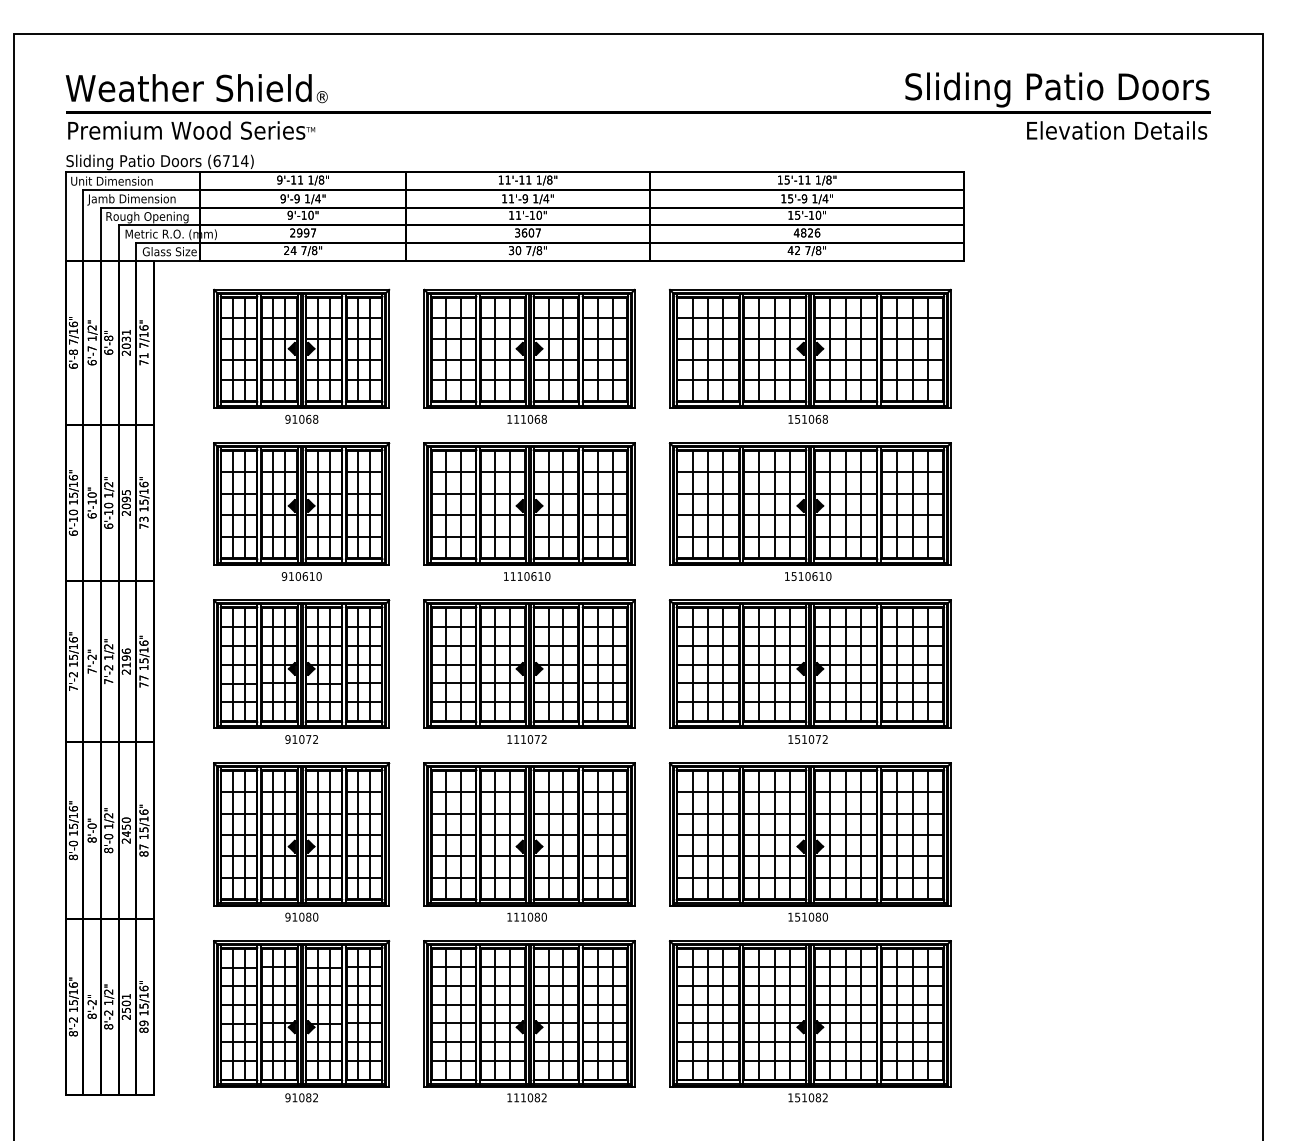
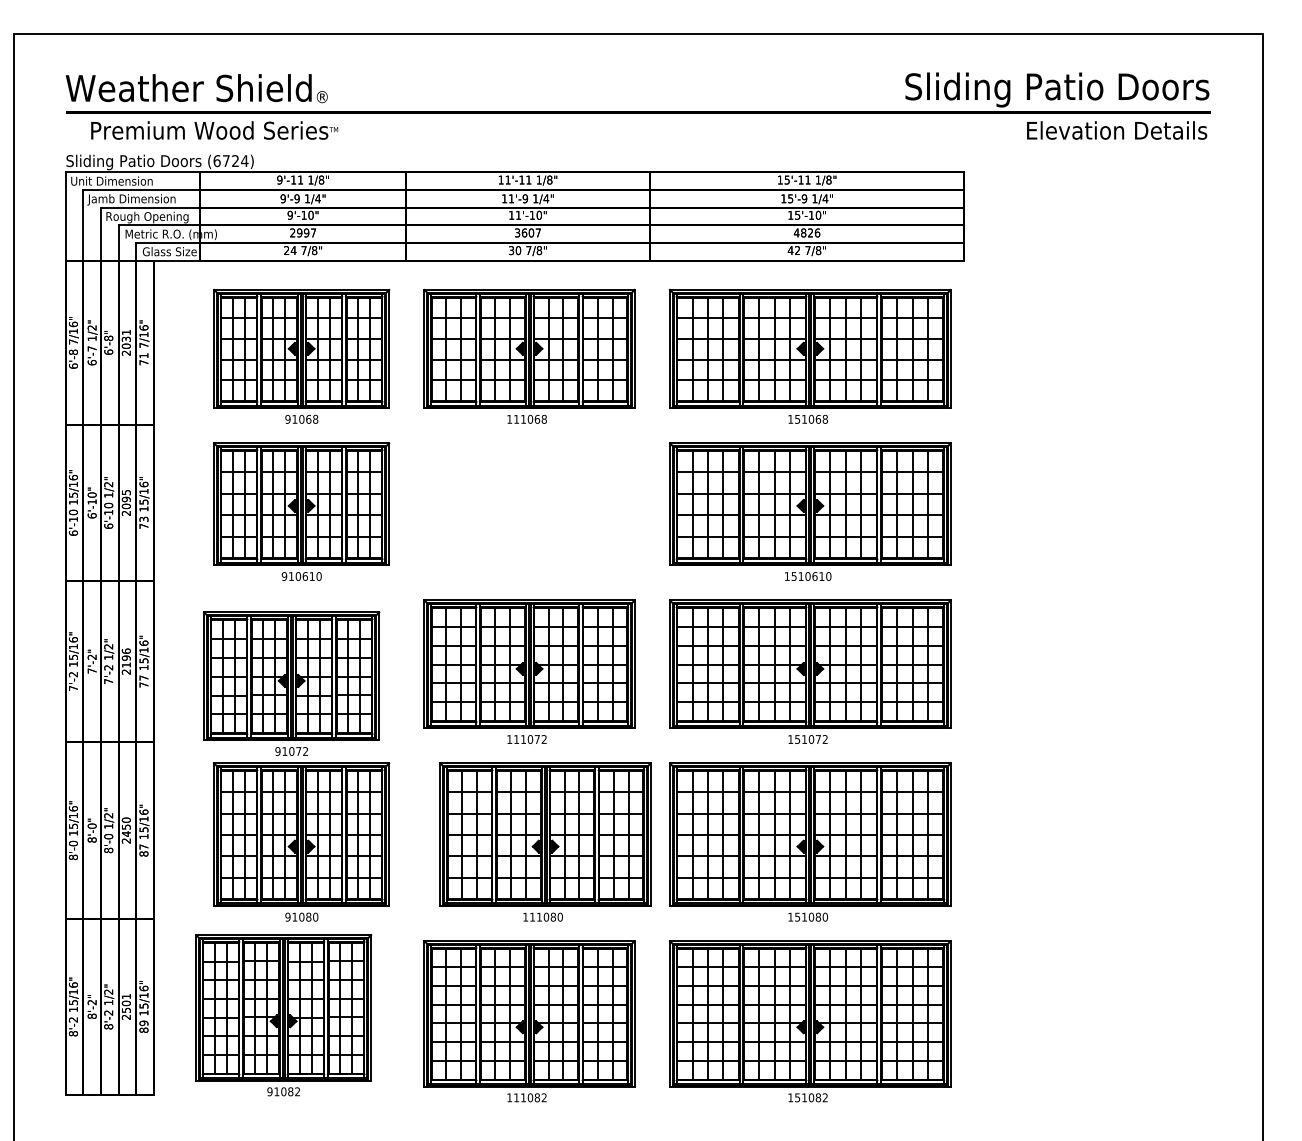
text at (191, 130) position: (191, 130) -> (214, 130)
text at (235, 160): (6714) -> (6724)
part at (529, 511): present -> none
part at (301, 671) position: (301, 671) -> (291, 683)
part at (529, 841) position: (529, 841) -> (545, 841)
part at (301, 1021) position: (301, 1021) -> (283, 1015)
